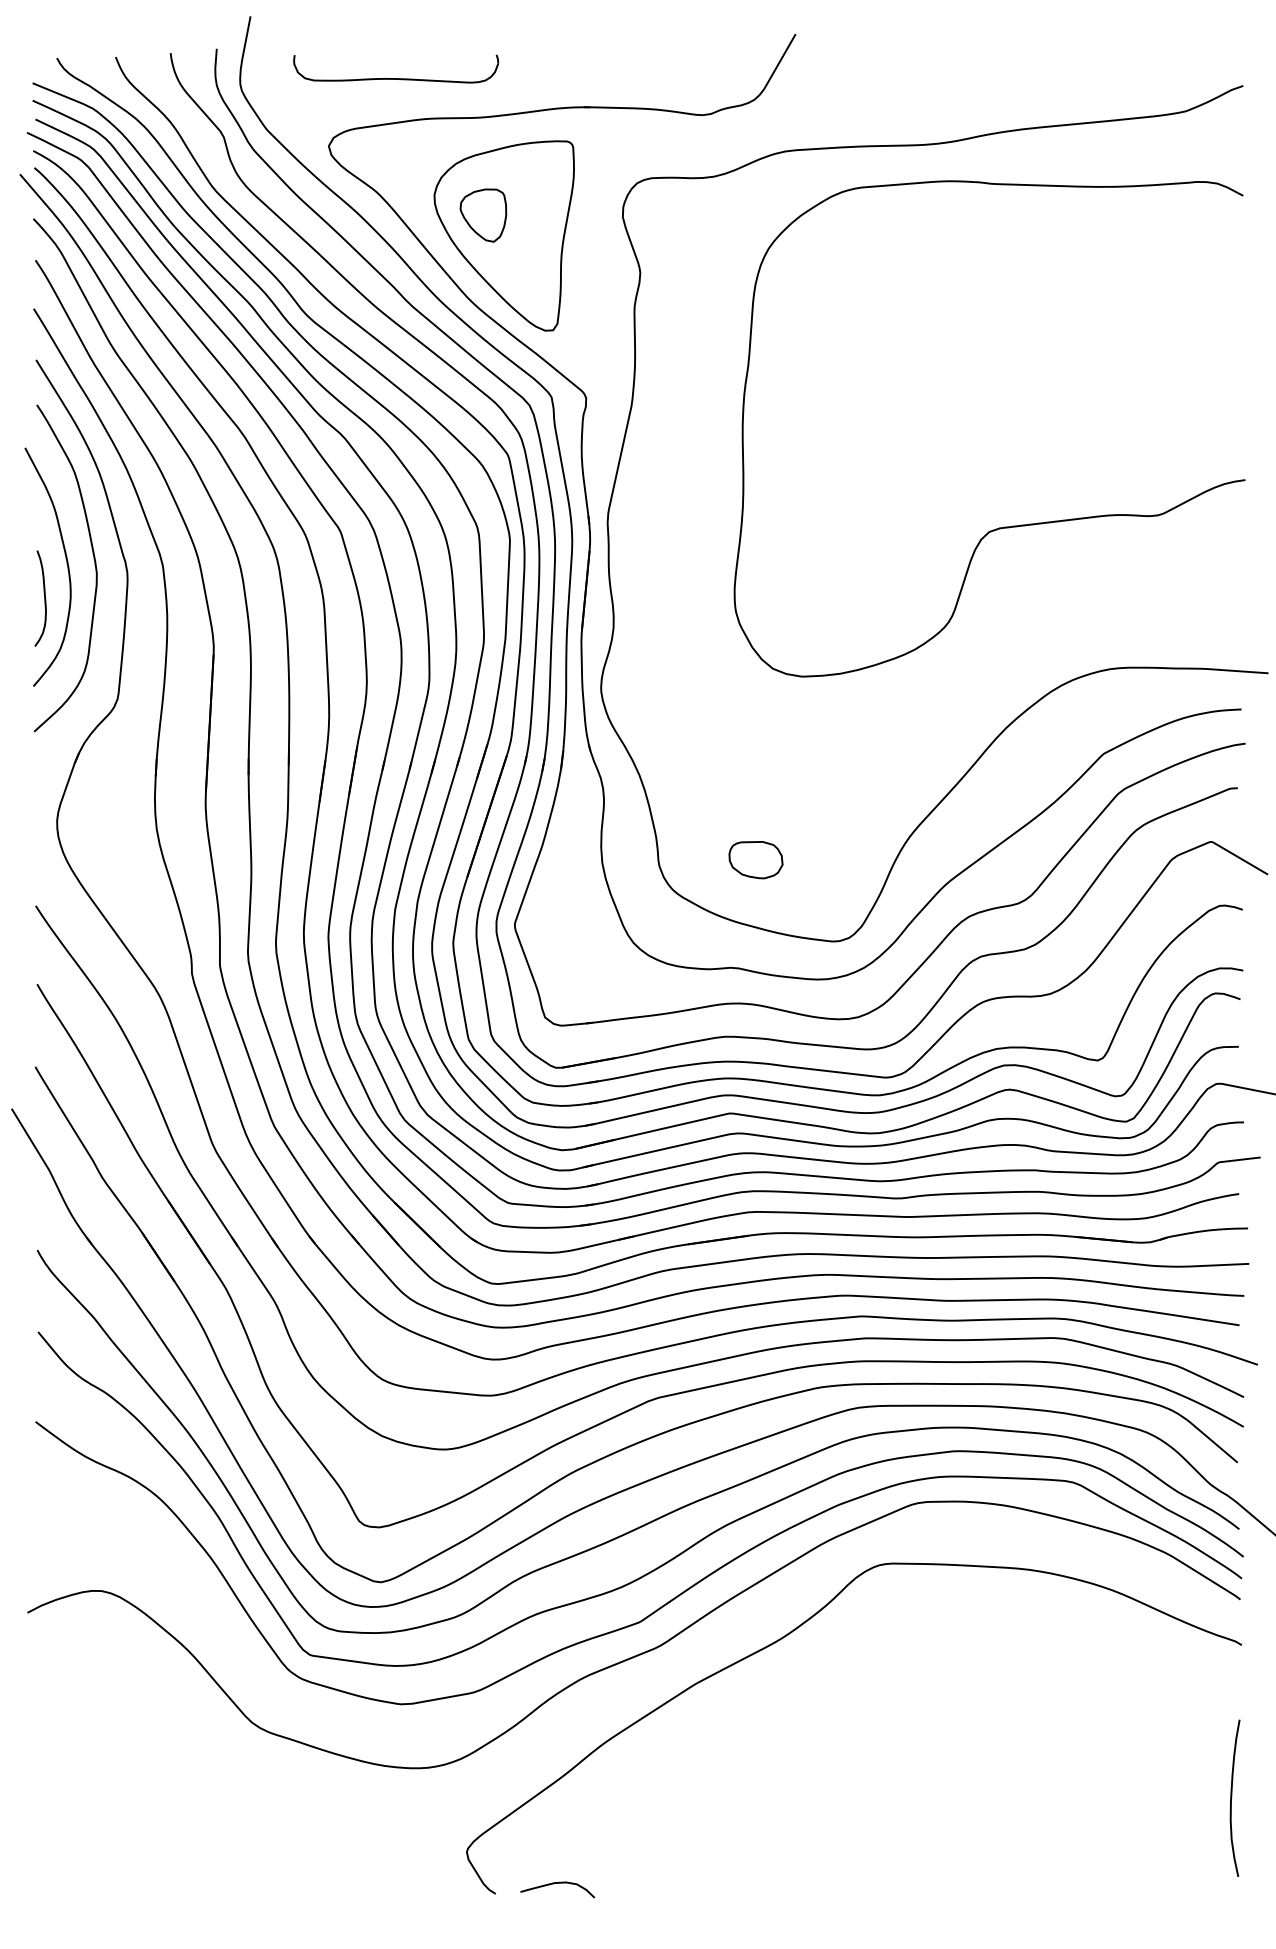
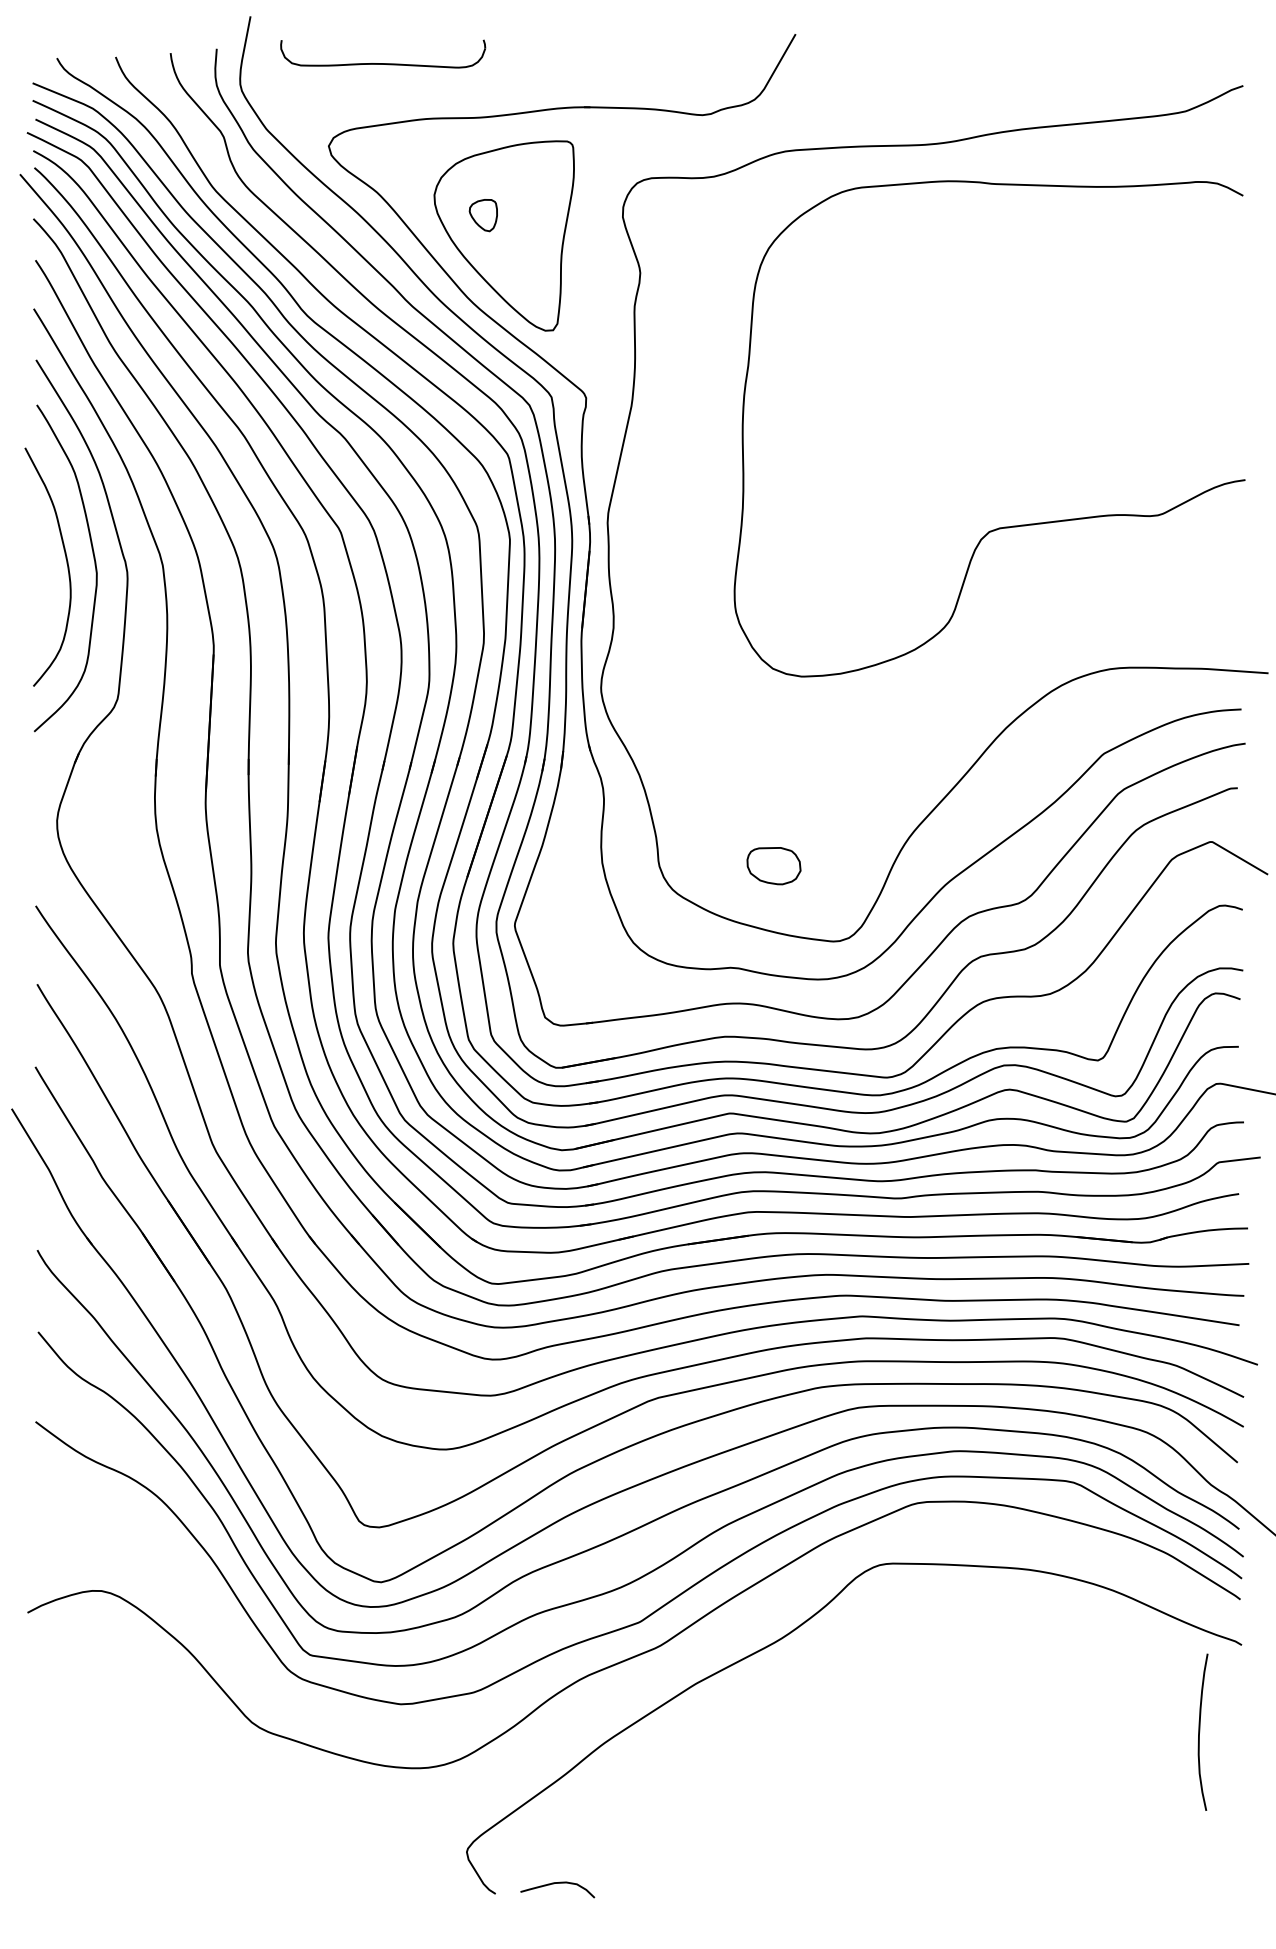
part at (396, 78) position: (396, 78) -> (383, 63)
part at (483, 215) size: 49x55 px -> 30x34 px
curve at (44, 598): present -> none
part at (755, 860) position: (755, 860) -> (773, 866)
curve at (1232, 1797) position: (1232, 1797) -> (1200, 1731)
